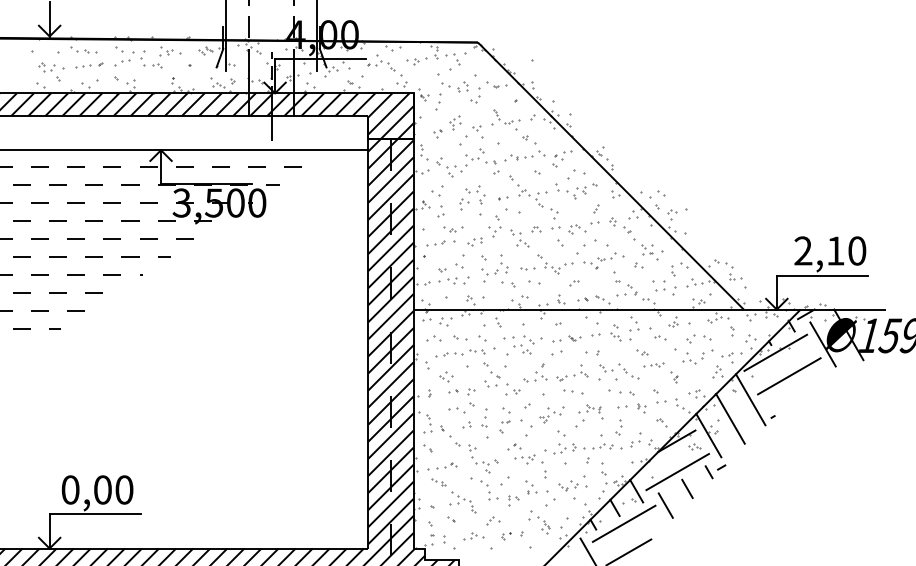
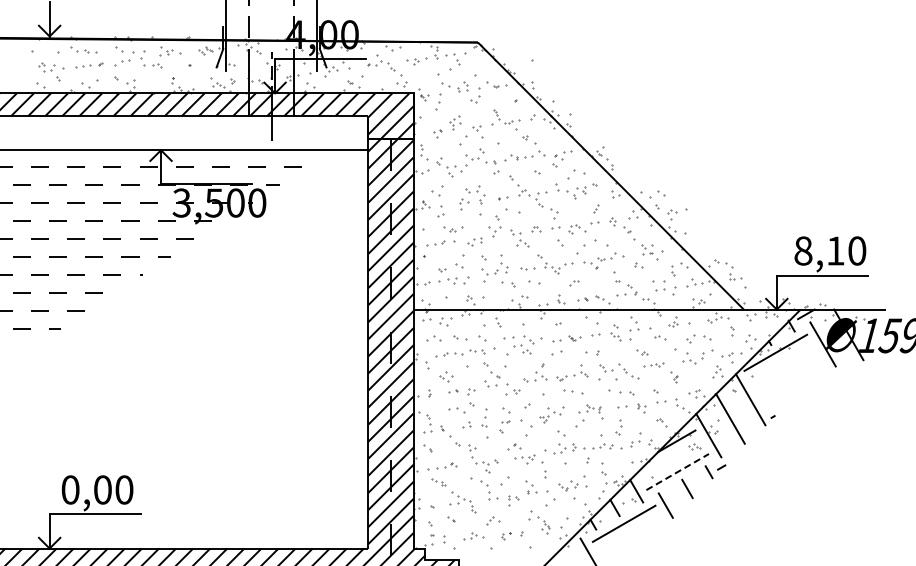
text at (803, 250): 2,10 -> 8,10
line at (789, 376): present -> none
line at (678, 471): solid -> dashed
line at (630, 550): present -> none
